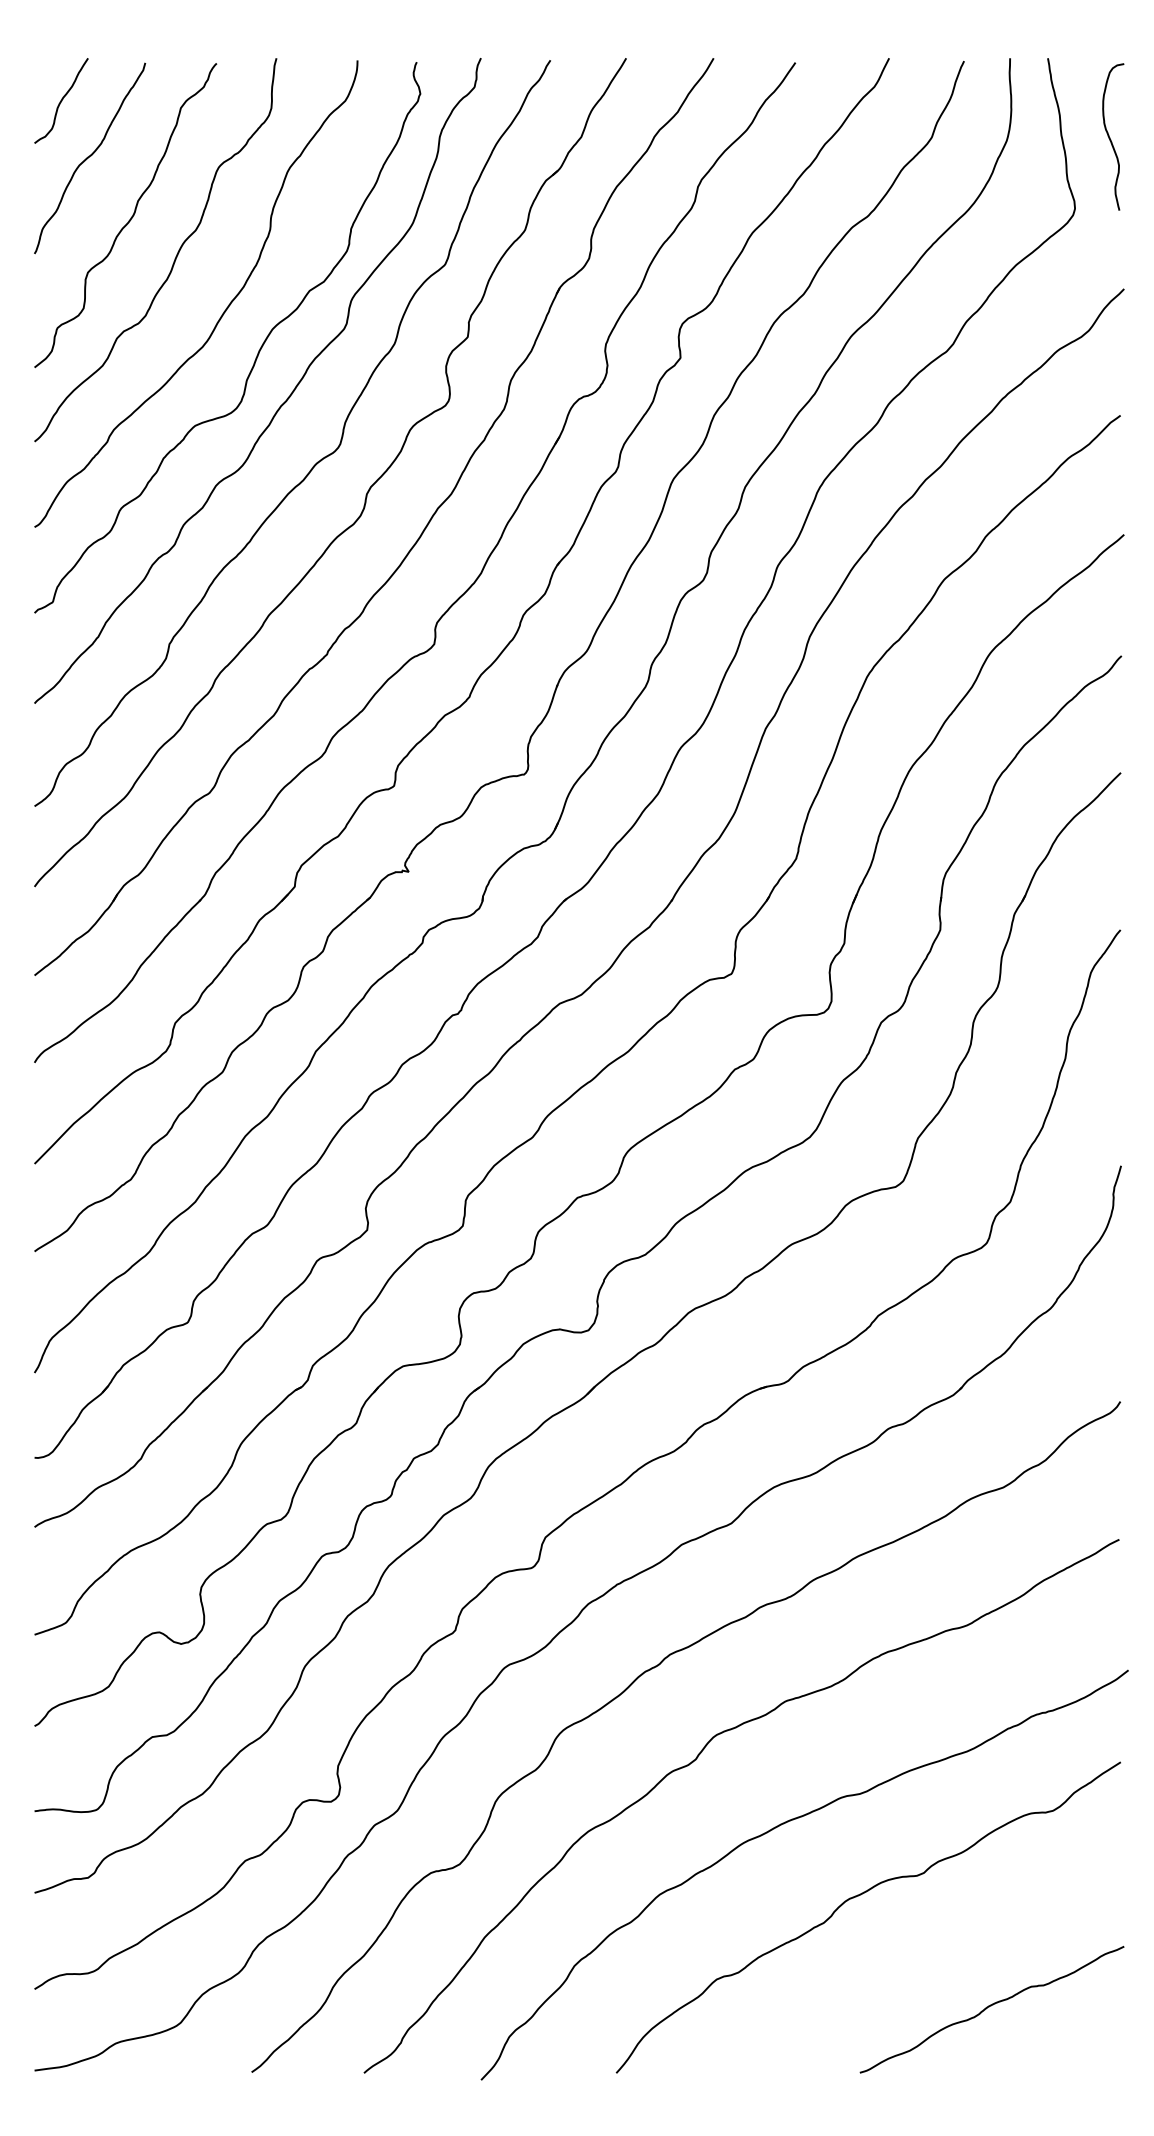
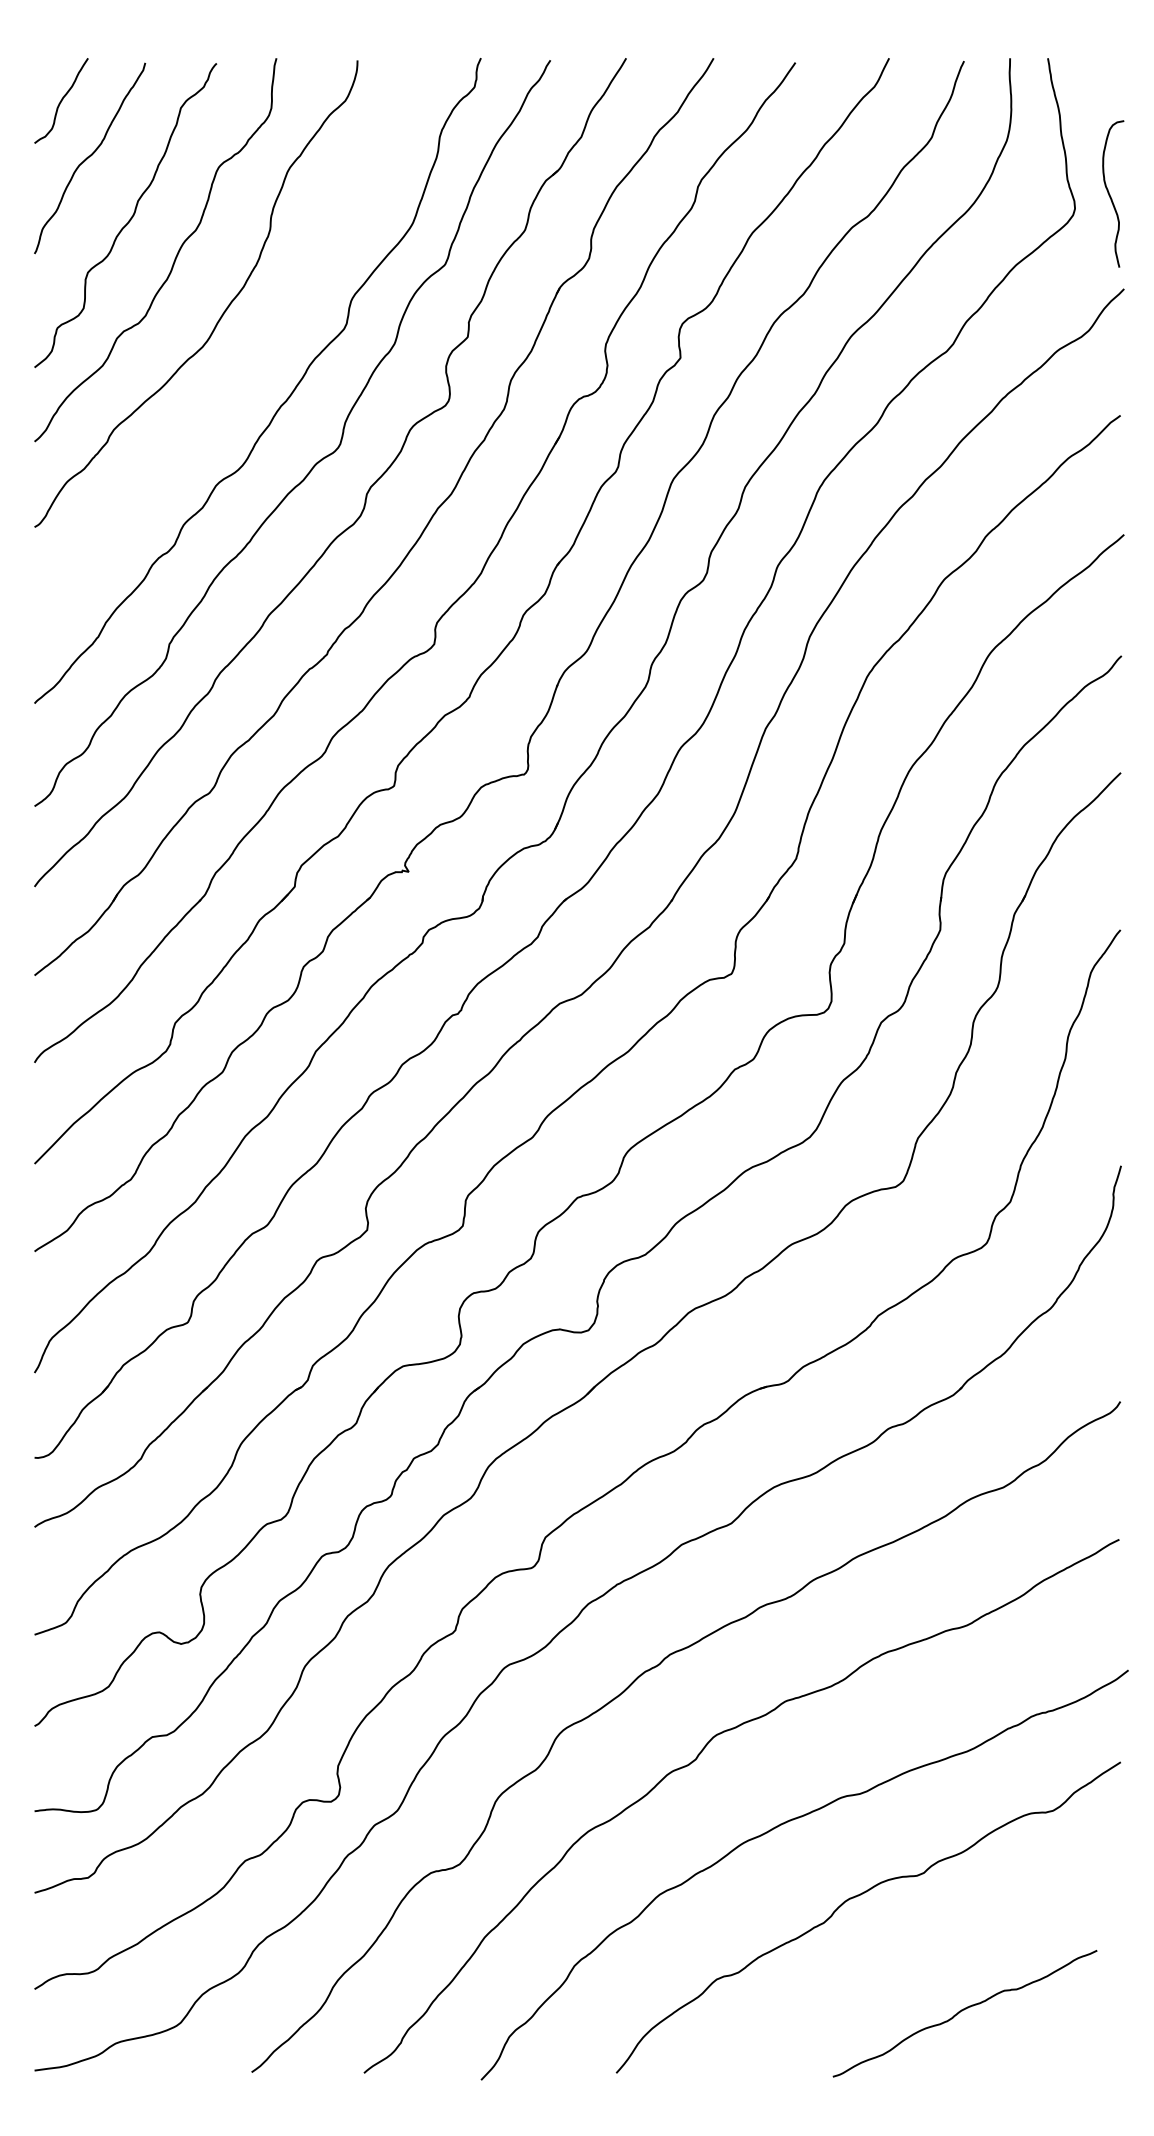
curve at (1110, 137) position: (1110, 137) -> (1110, 194)
curve at (257, 352): present -> none
curve at (989, 2007) position: (989, 2007) -> (962, 2011)
